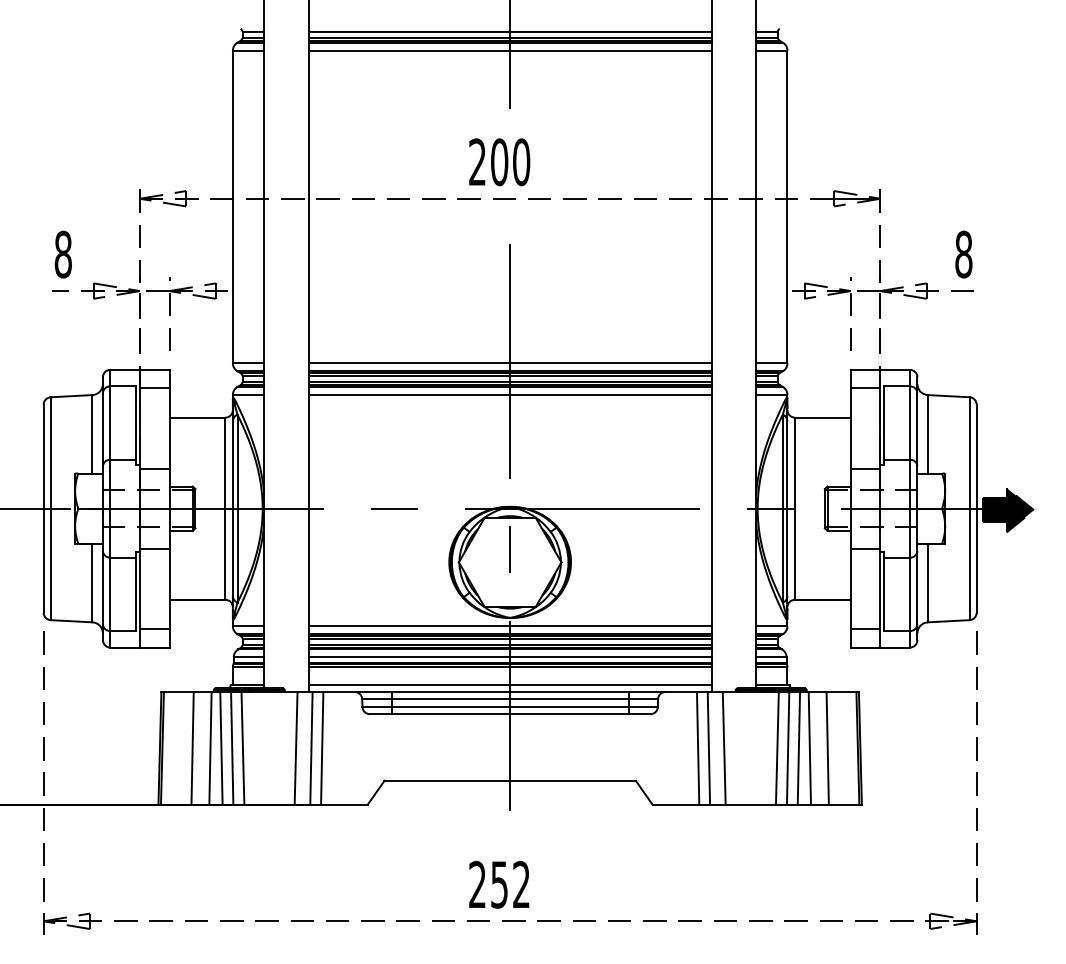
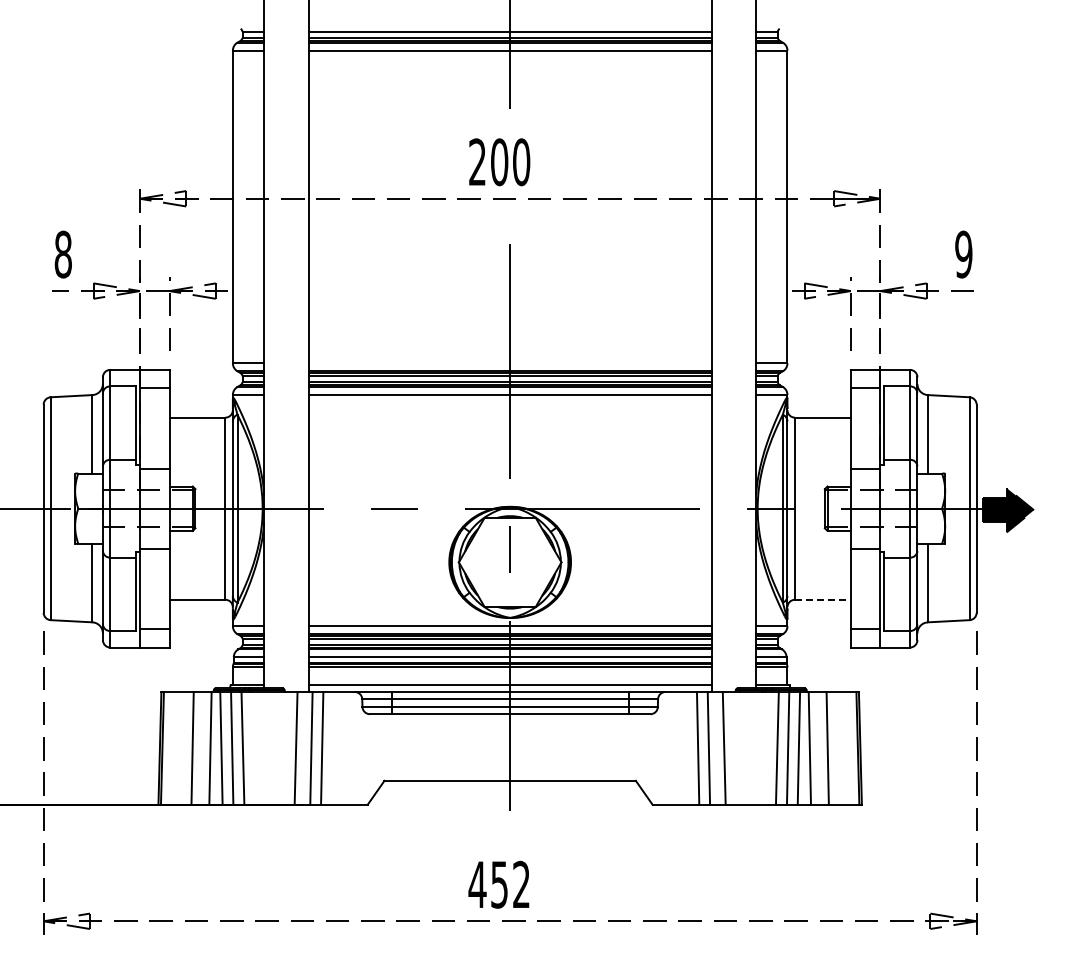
text at (963, 254): 8 -> 9
line at (509, 363): present -> none
line at (822, 599): solid -> dashed
text at (477, 883): 252 -> 452
